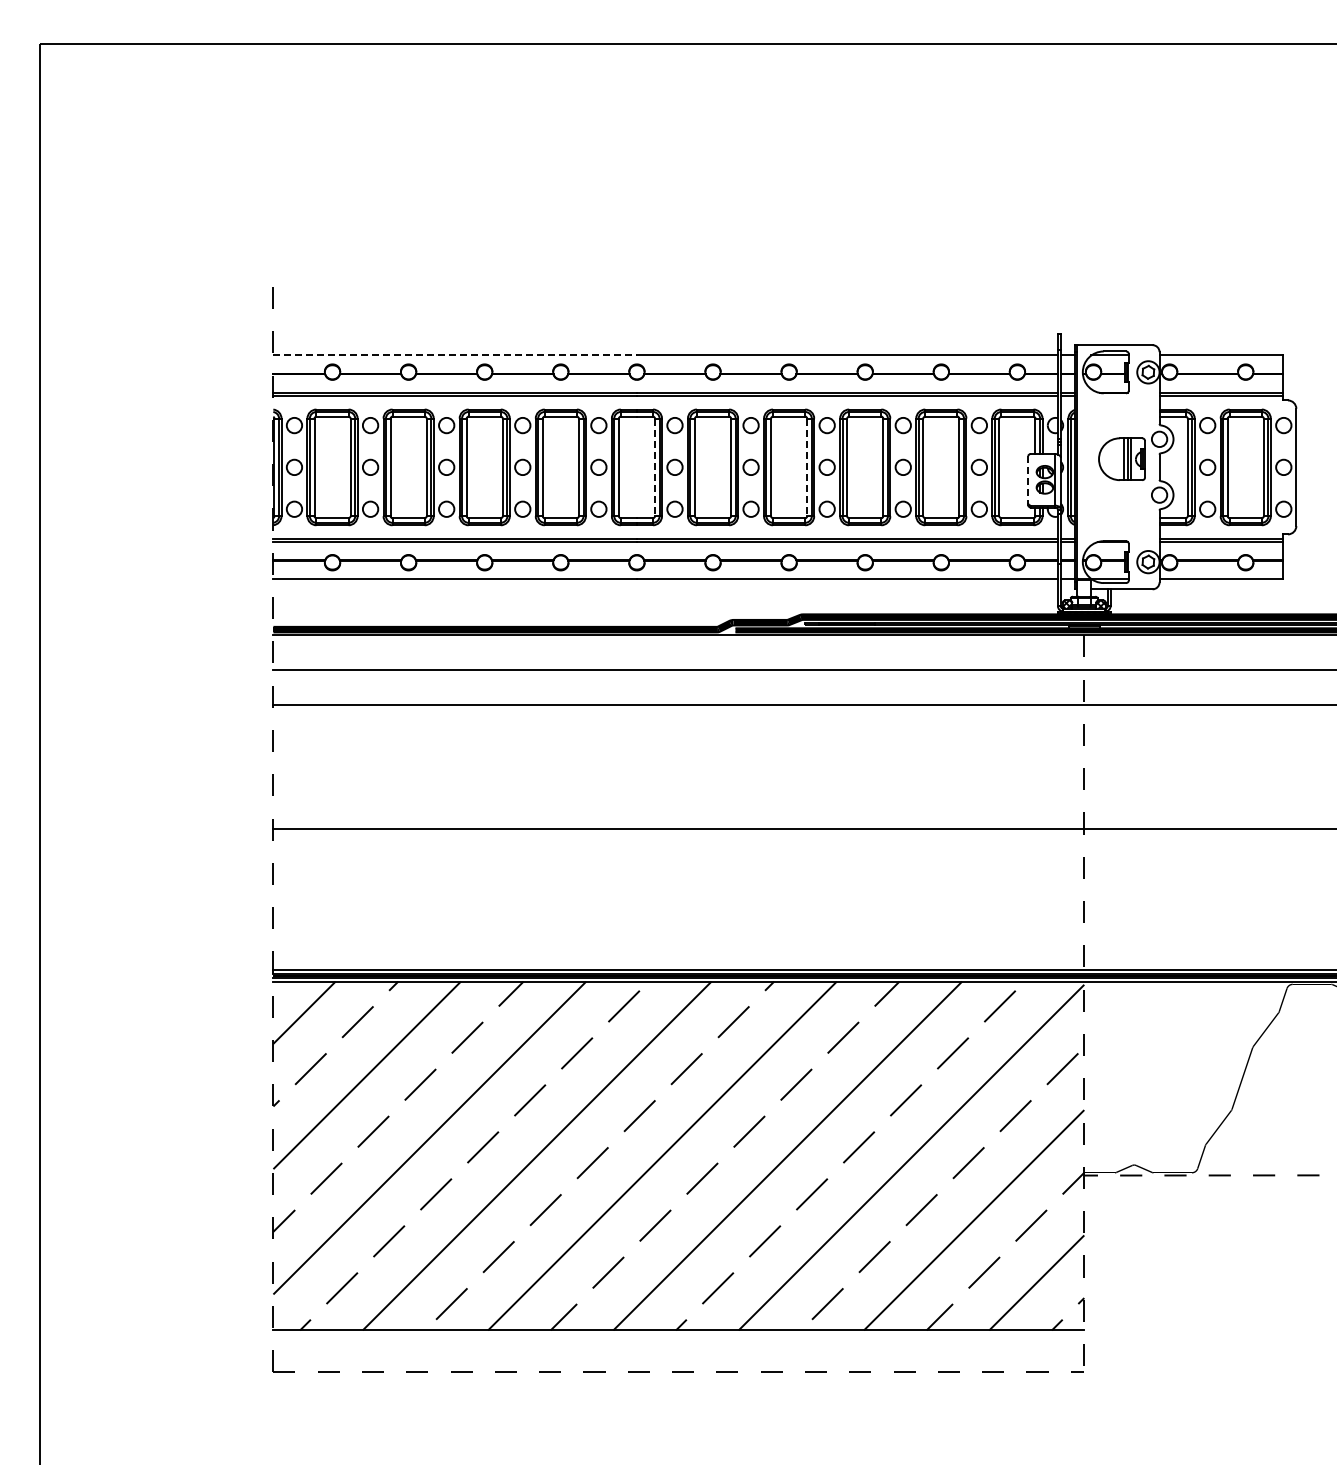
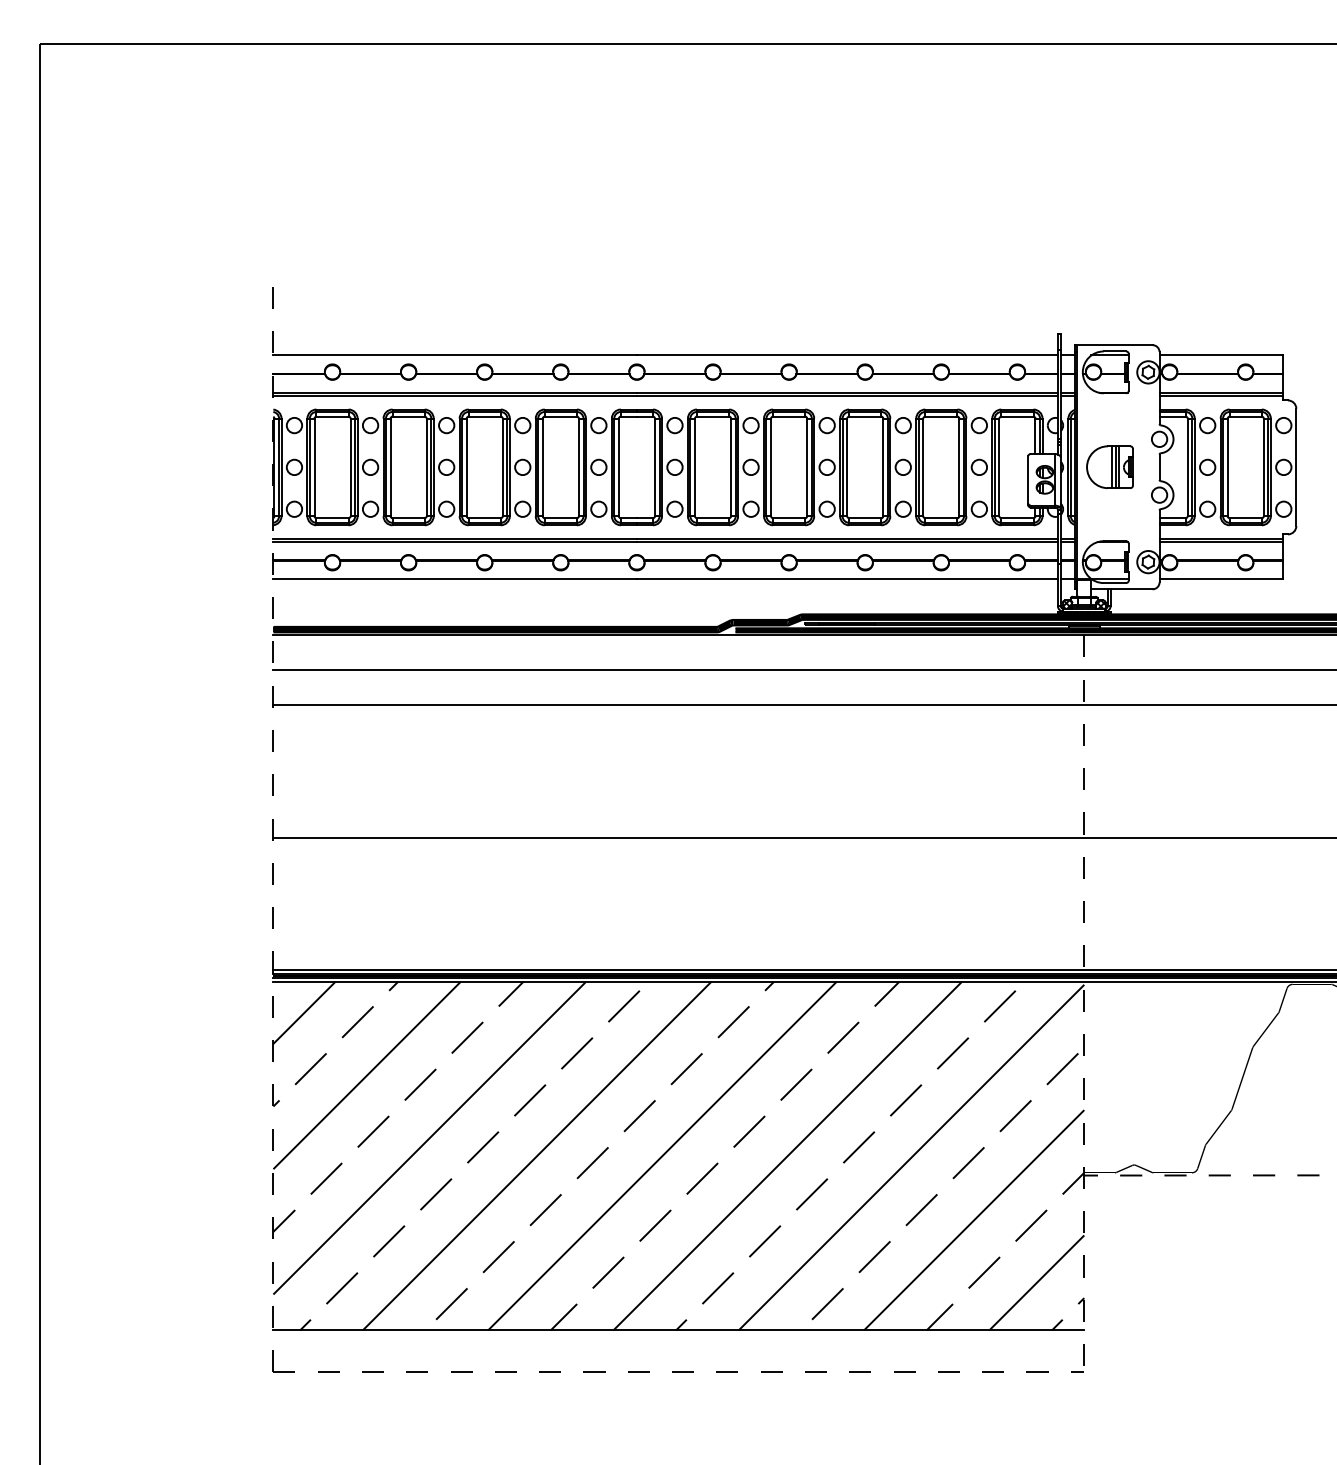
line at (455, 355): dashed -> solid
part at (1121, 458) position: (1121, 458) -> (1109, 466)
line at (654, 467): dashed -> solid
line at (807, 467): dashed -> solid
line at (1028, 479): dashed -> solid
line at (803, 828) position: (803, 828) -> (803, 837)
